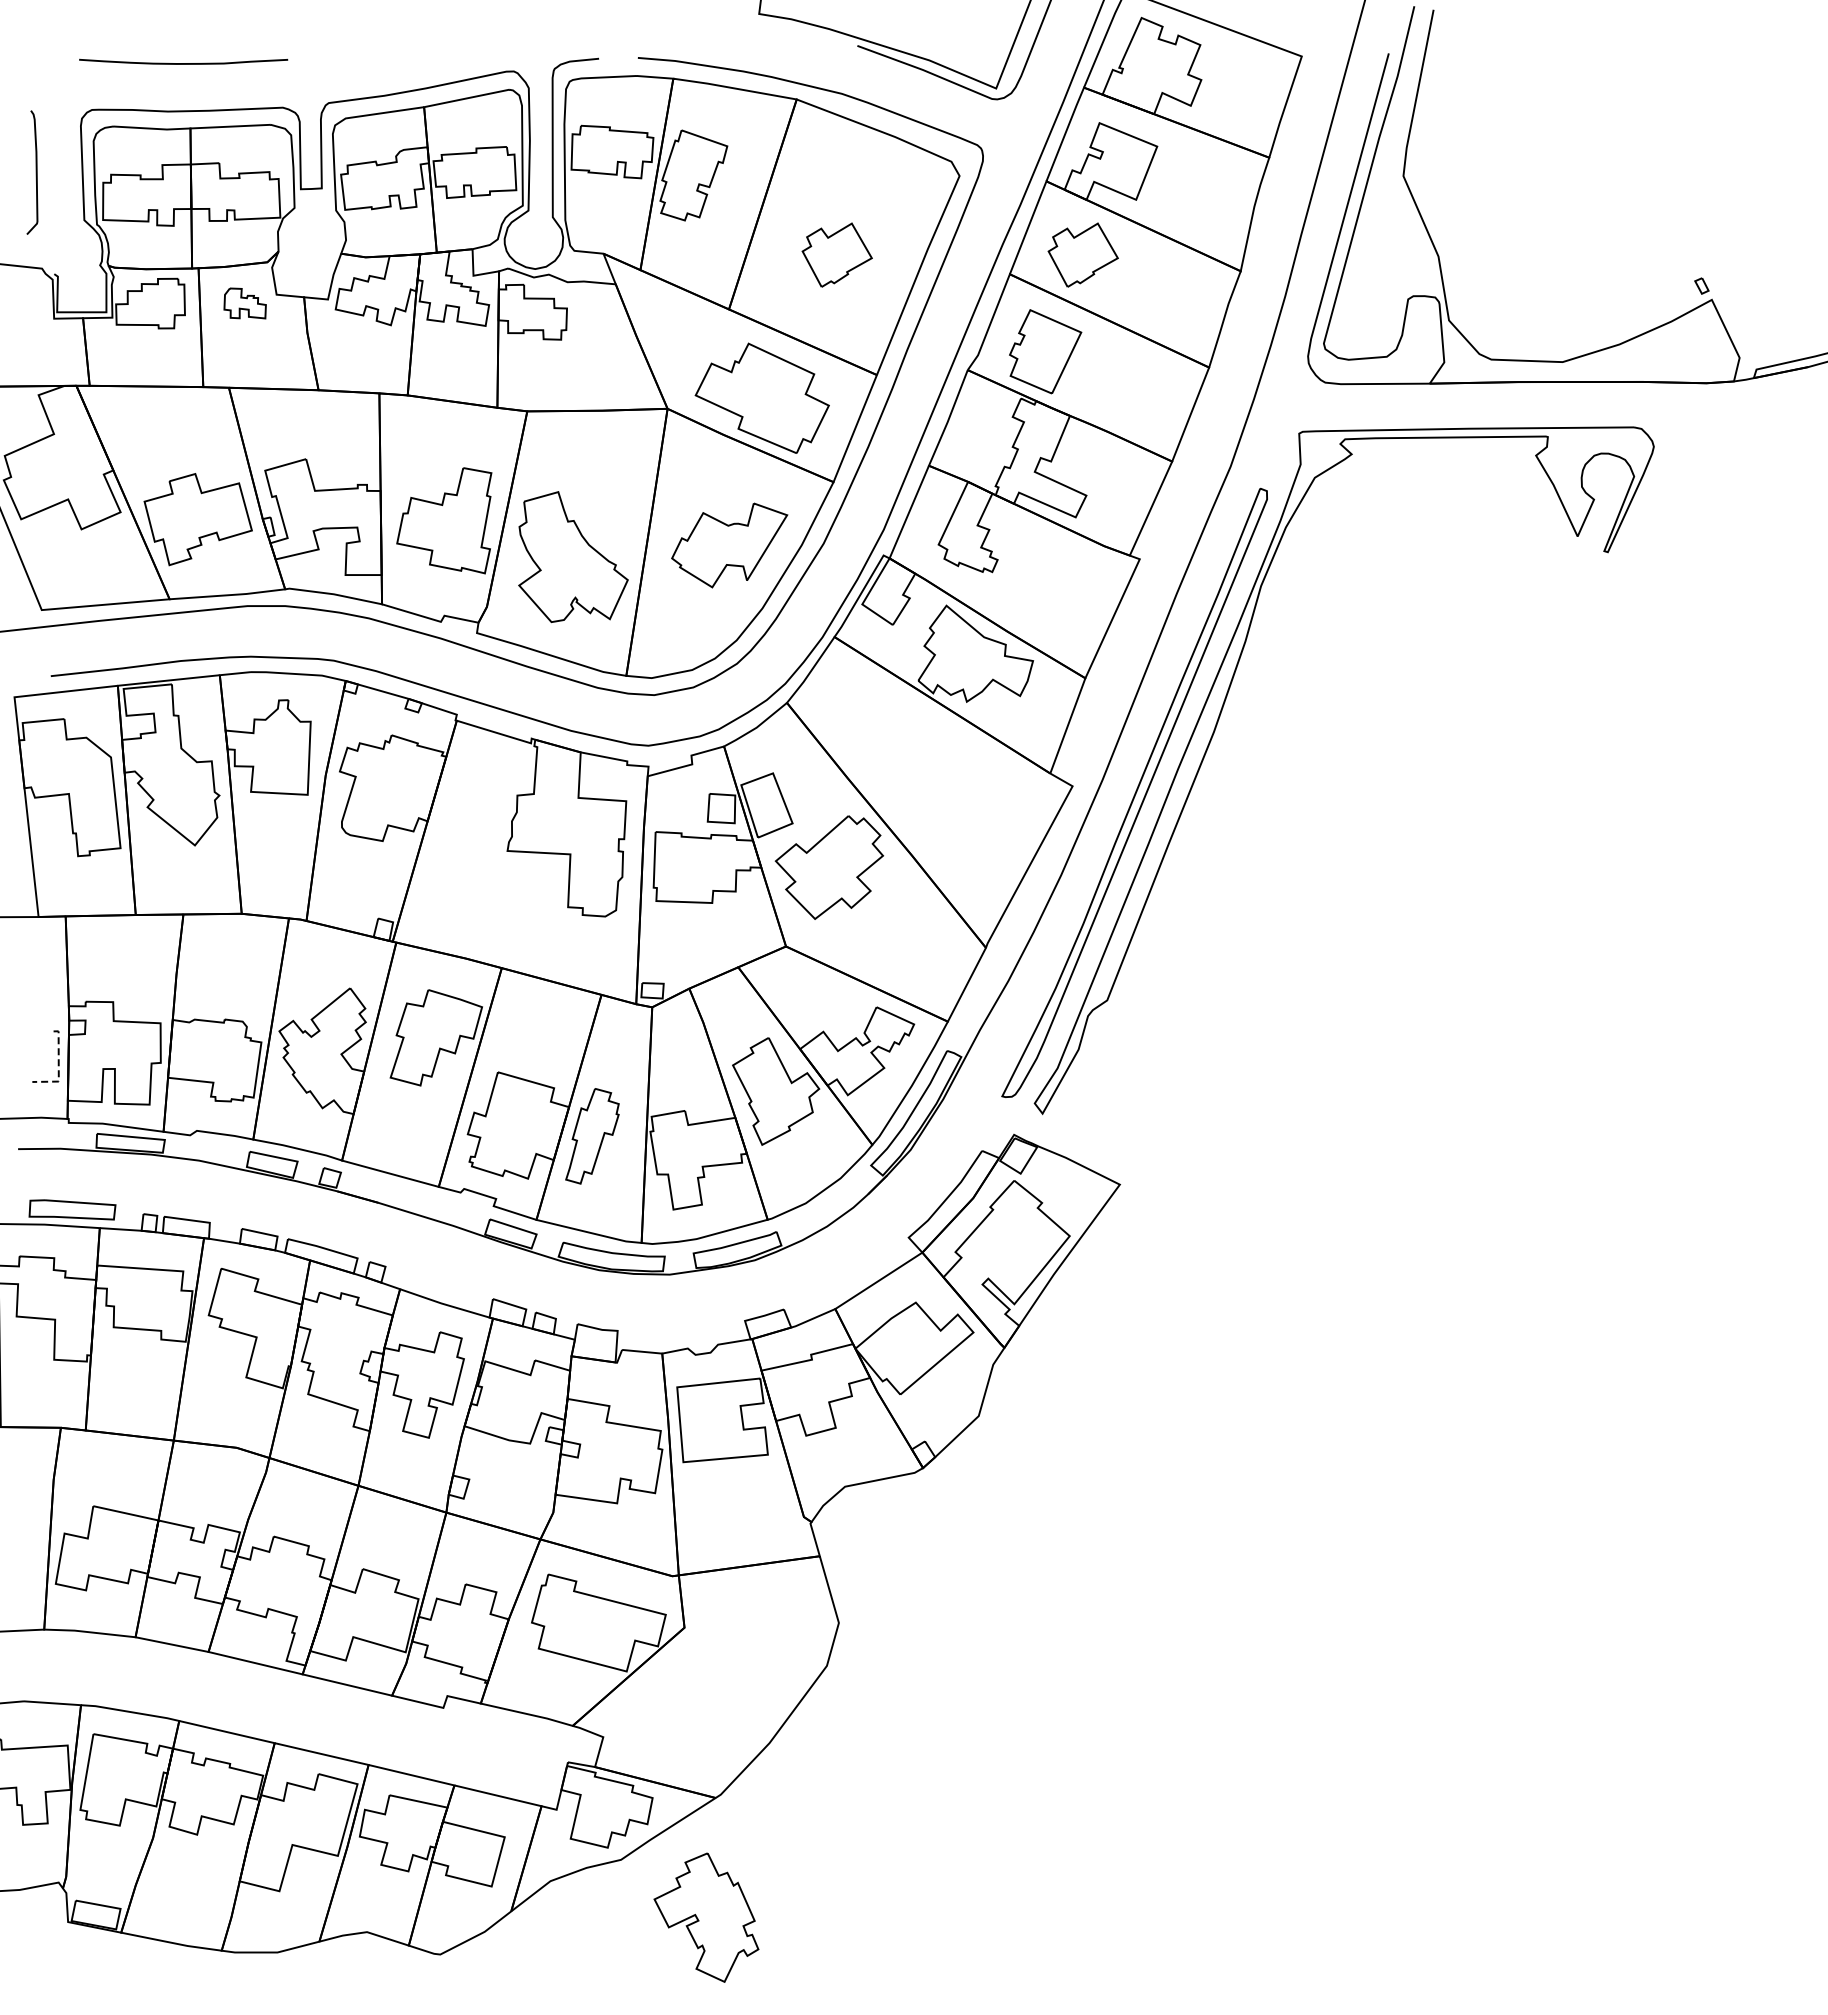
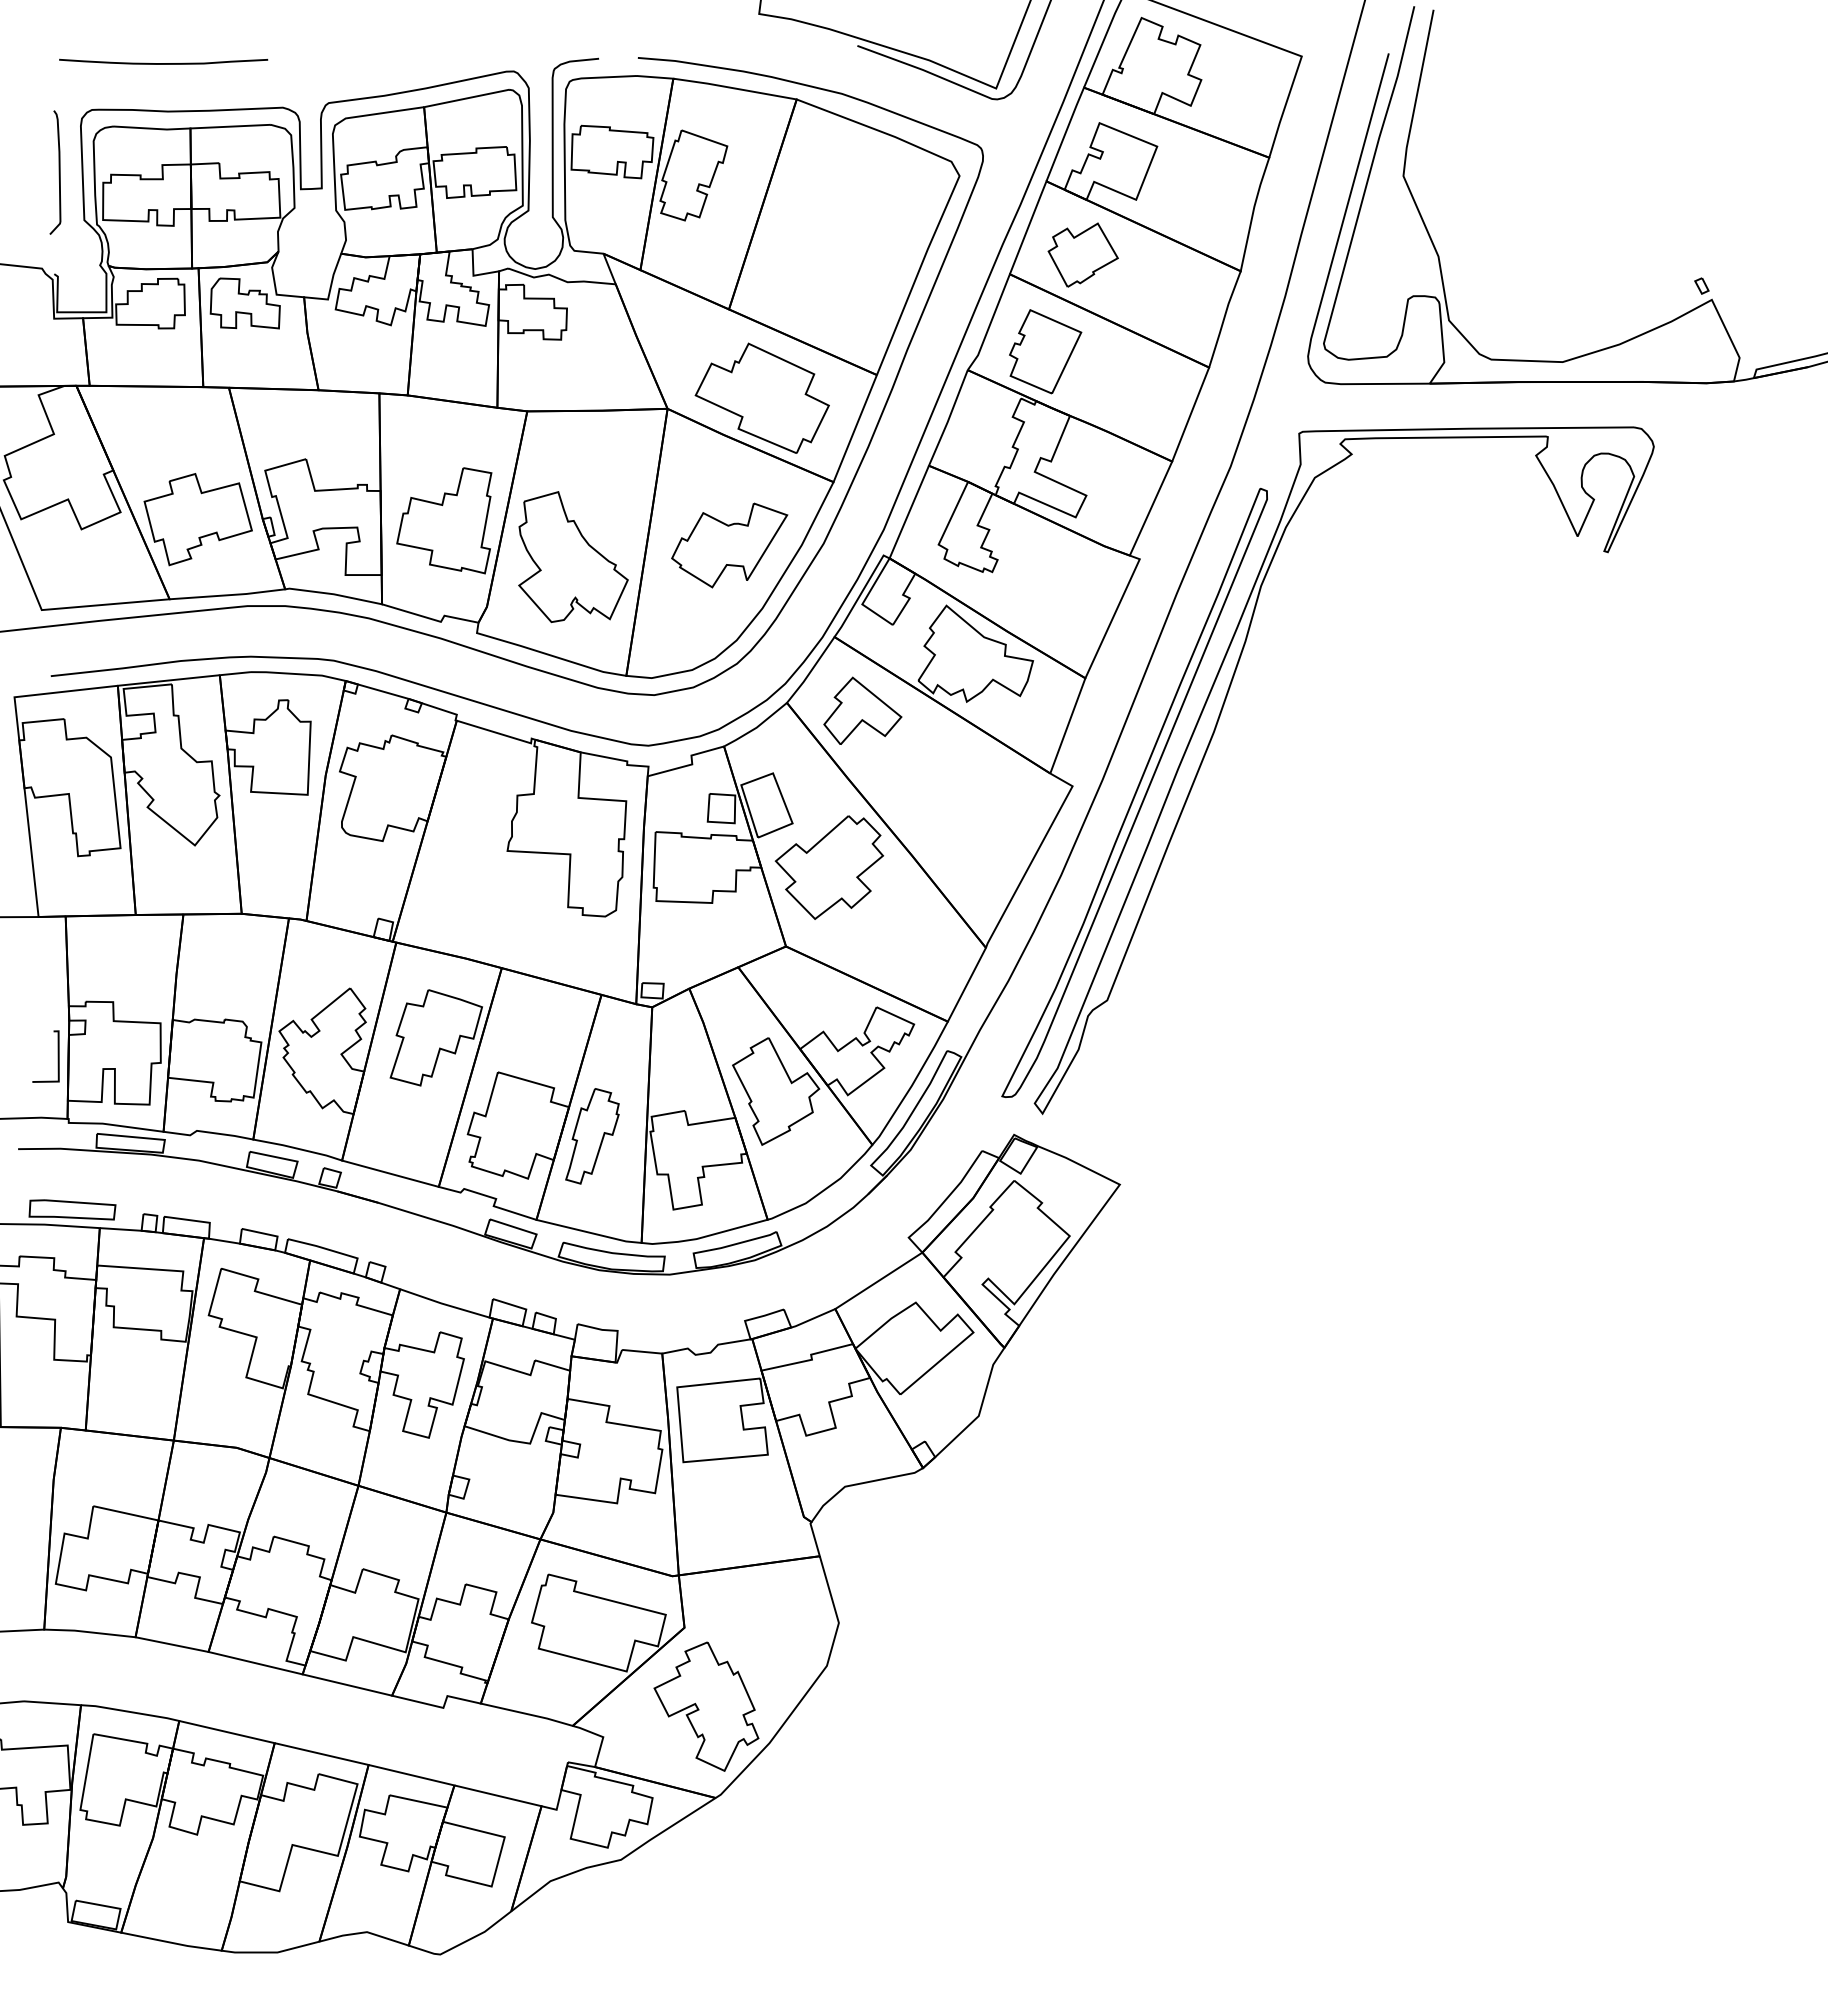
curve at (183, 63) position: (183, 63) -> (163, 63)
curve at (35, 172) position: (35, 172) -> (58, 172)
part at (836, 254): present -> none
part at (244, 303) size: 44x33 px -> 72x53 px
part at (862, 710): none -> present
line at (58, 1066): dashed -> solid
part at (706, 1917) position: (706, 1917) -> (706, 1706)
